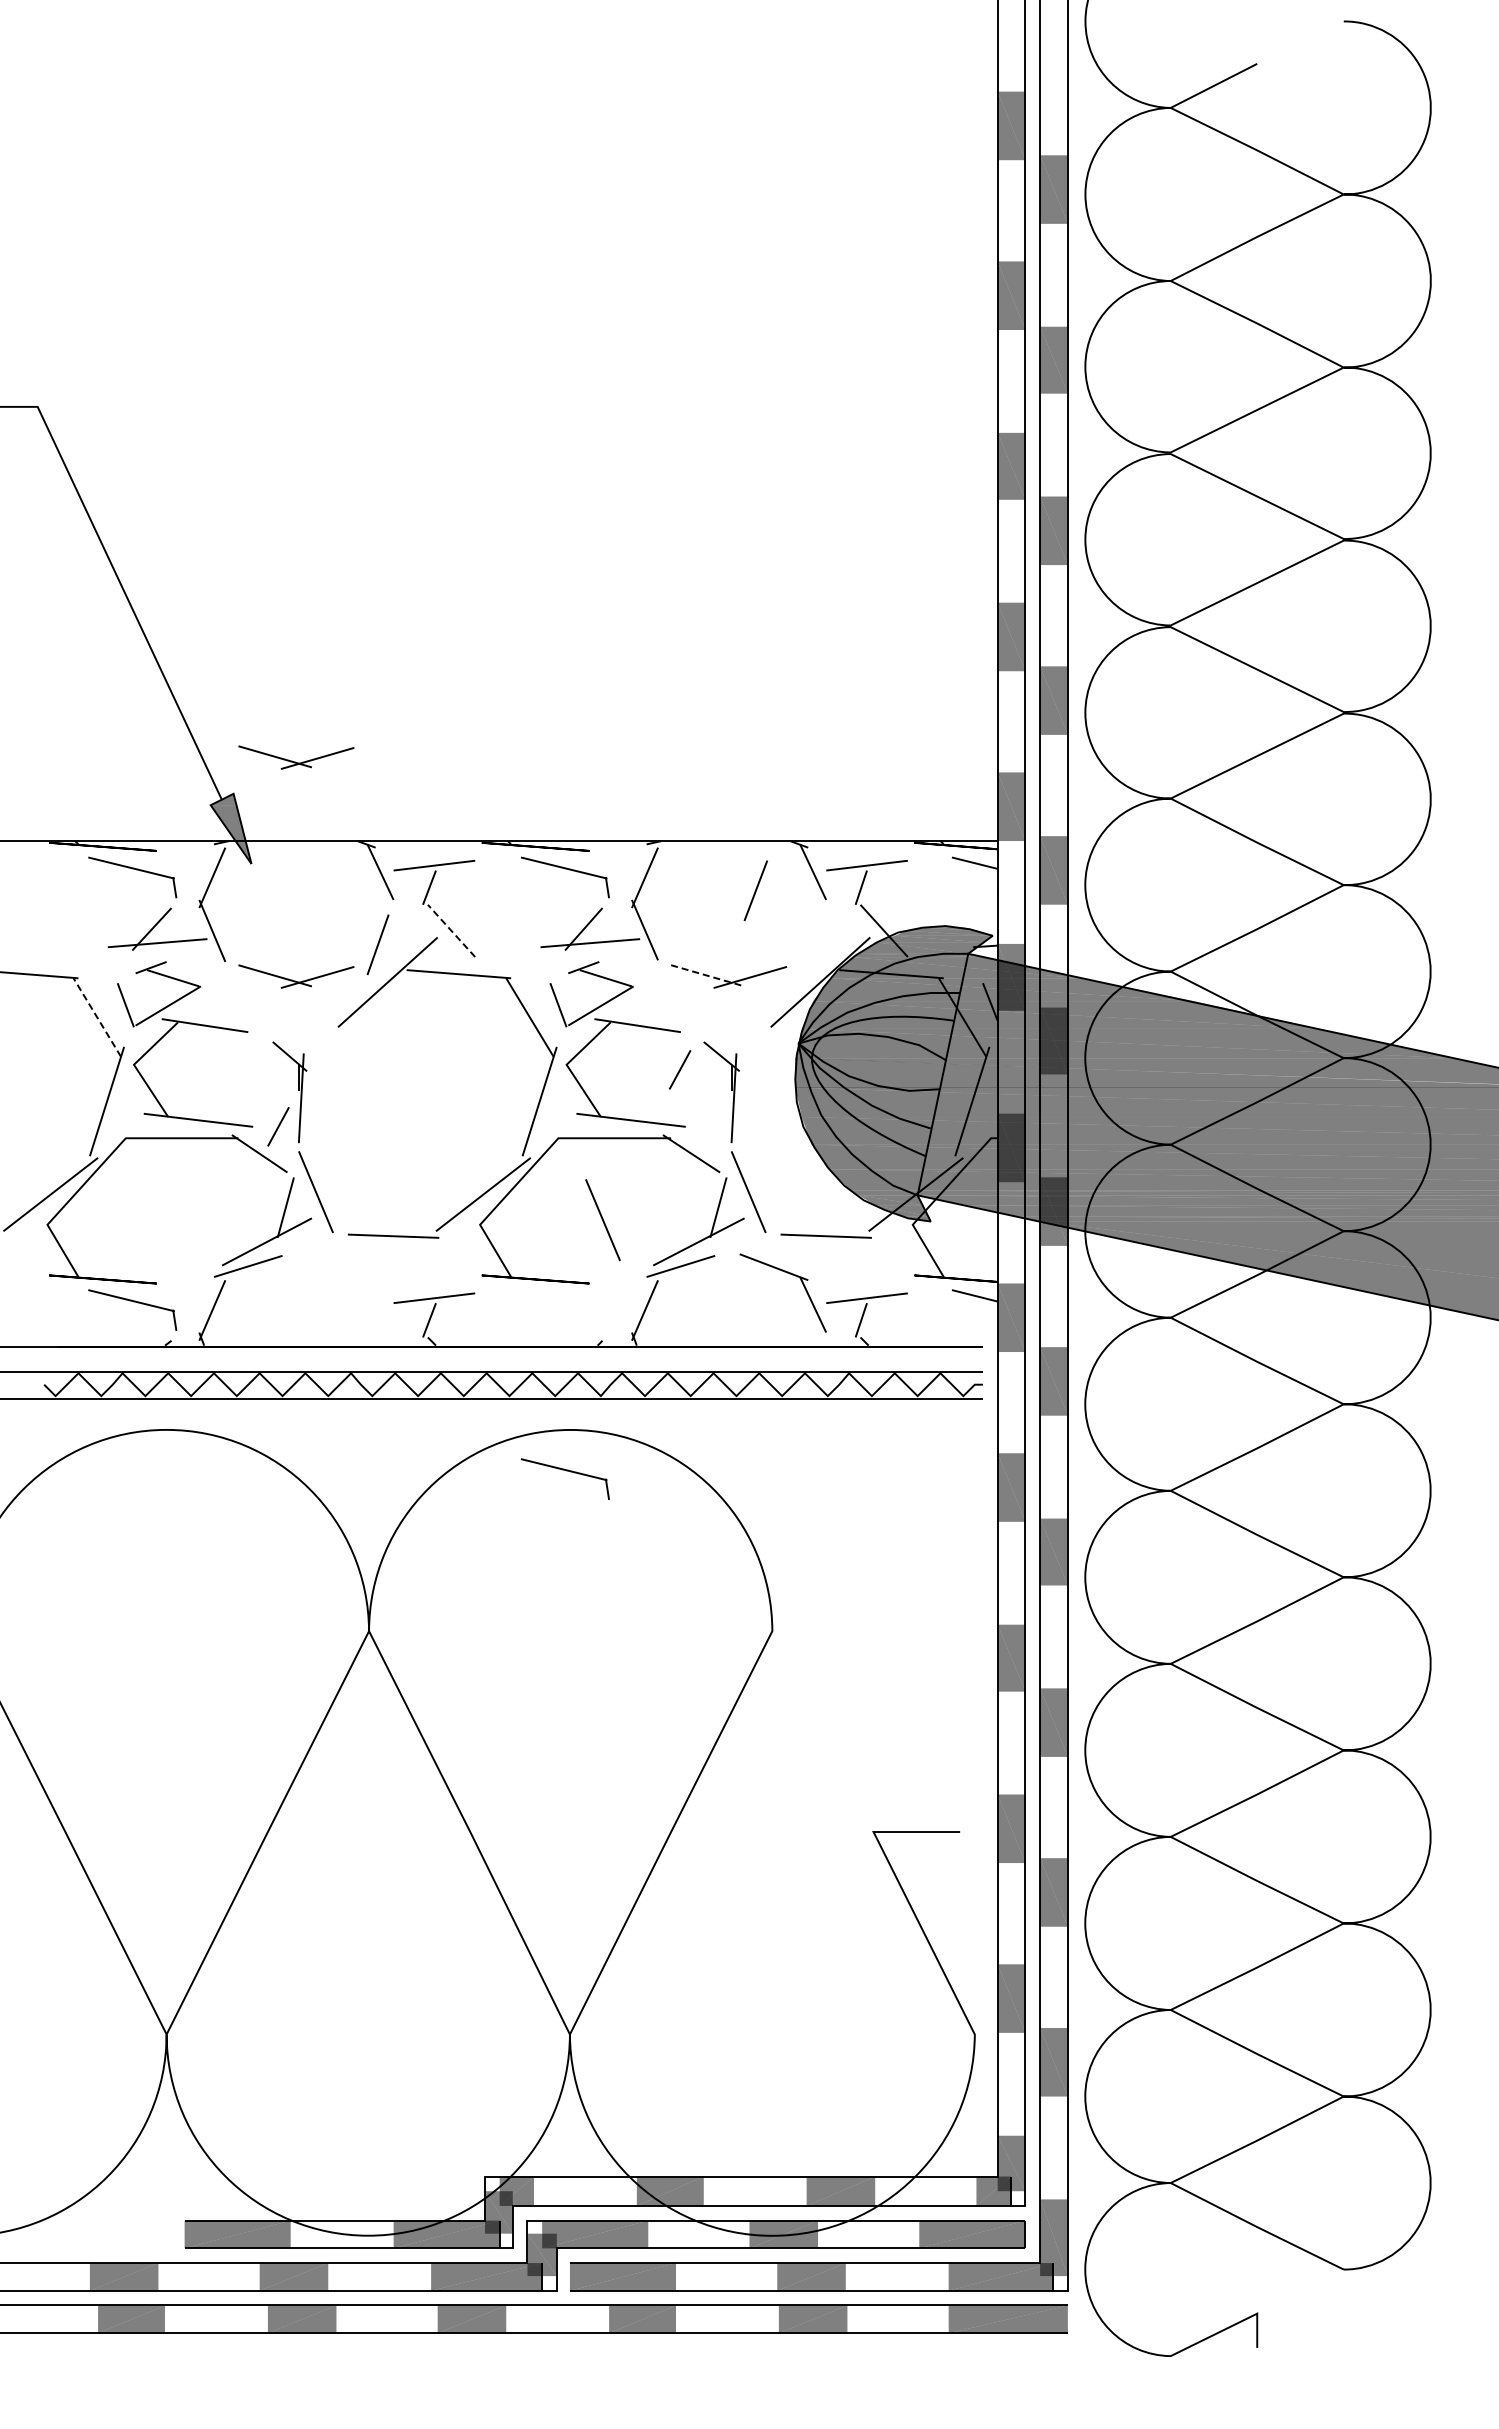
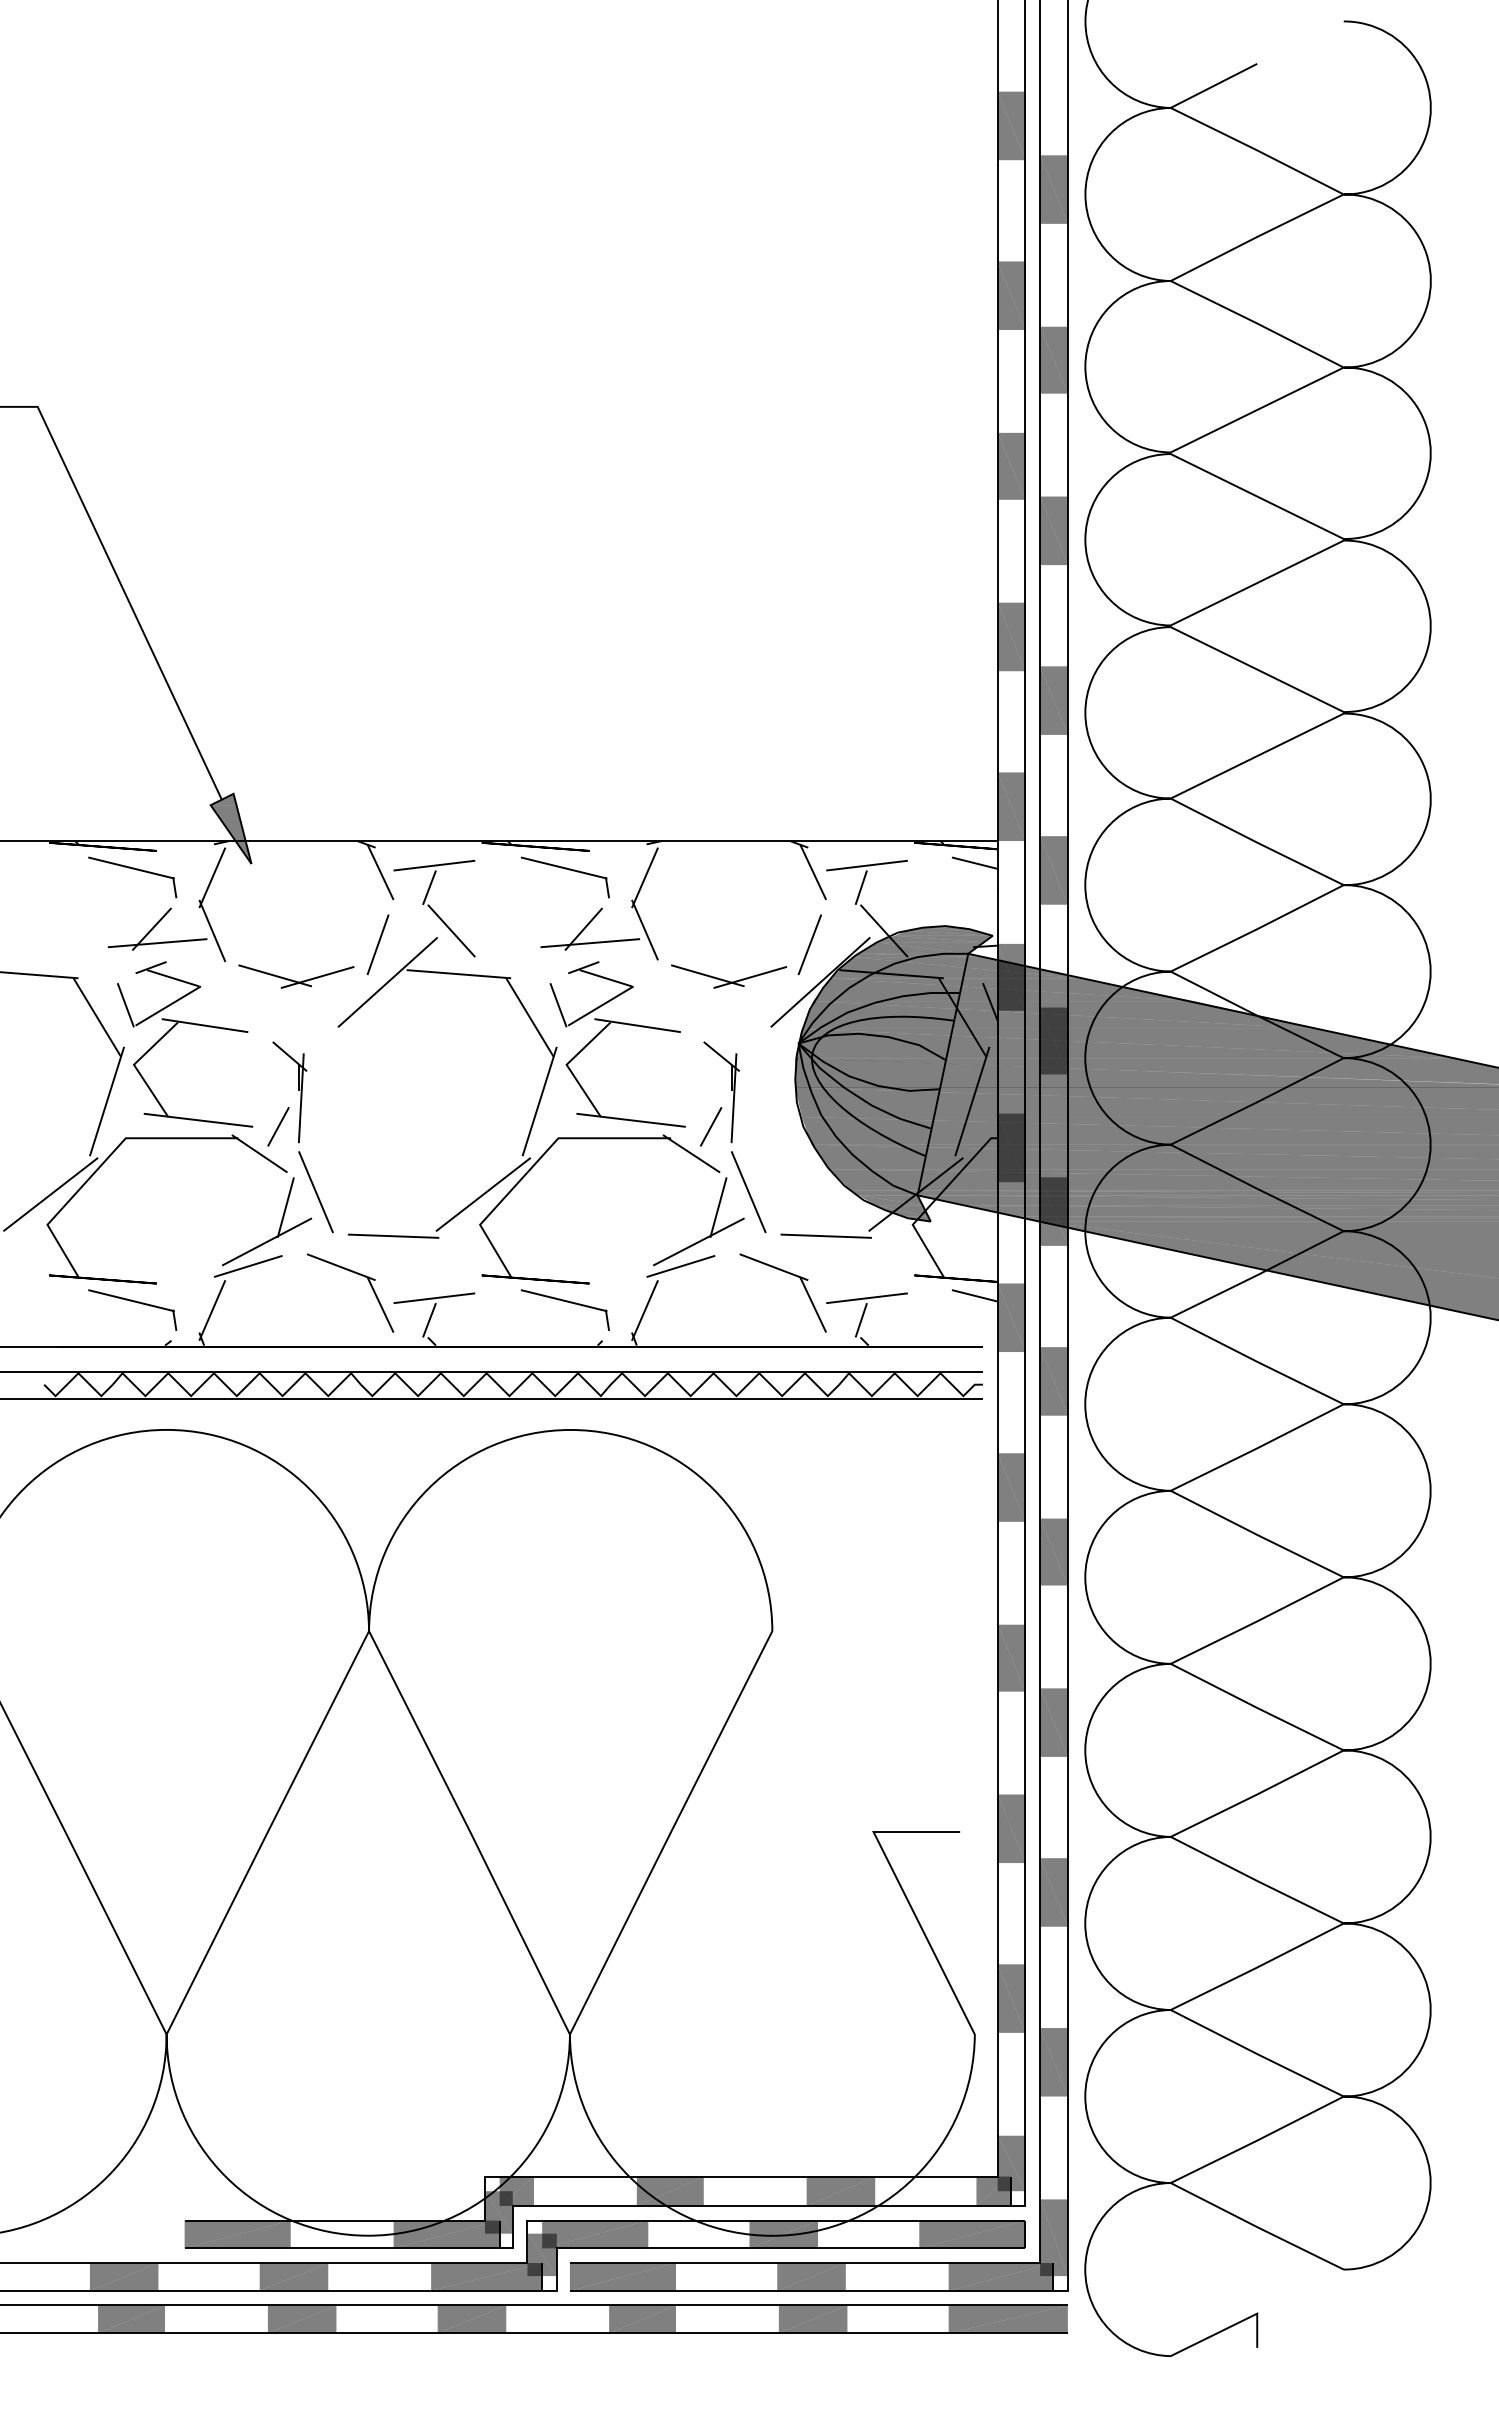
part at (296, 757): present -> none
line at (755, 890) position: (755, 890) -> (809, 944)
line at (451, 930): dashed -> solid
line at (708, 975): dashed -> solid
line at (97, 1017): dashed -> solid
line at (680, 1069) position: (680, 1069) -> (711, 1126)
line at (602, 1220): present -> none
part at (359, 1275): none -> present
part at (566, 1471) position: (566, 1471) -> (566, 1302)
